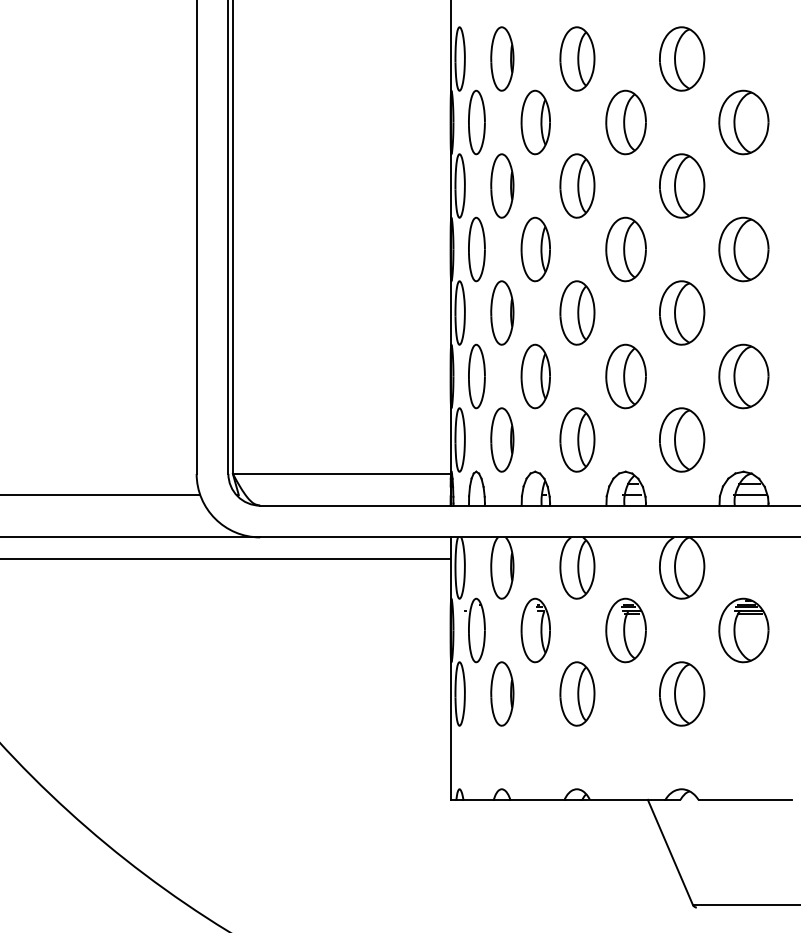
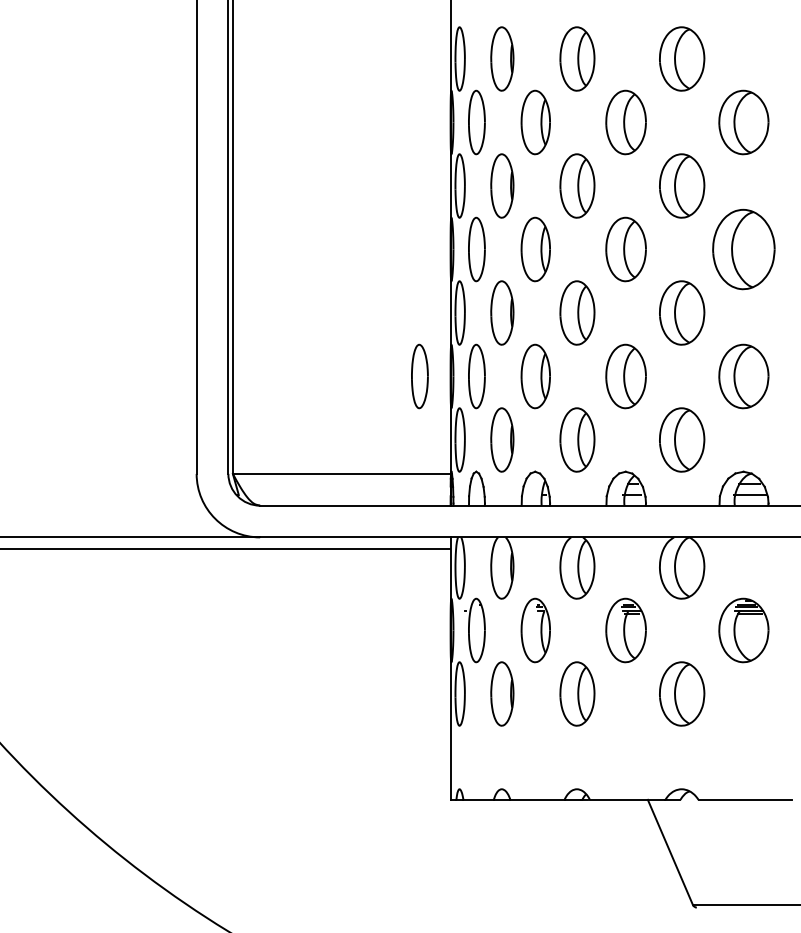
part at (743, 249) size: 52x67 px -> 64x83 px
part at (419, 376): none -> present
line at (101, 495): present -> none
line at (226, 558) position: (226, 558) -> (226, 548)
